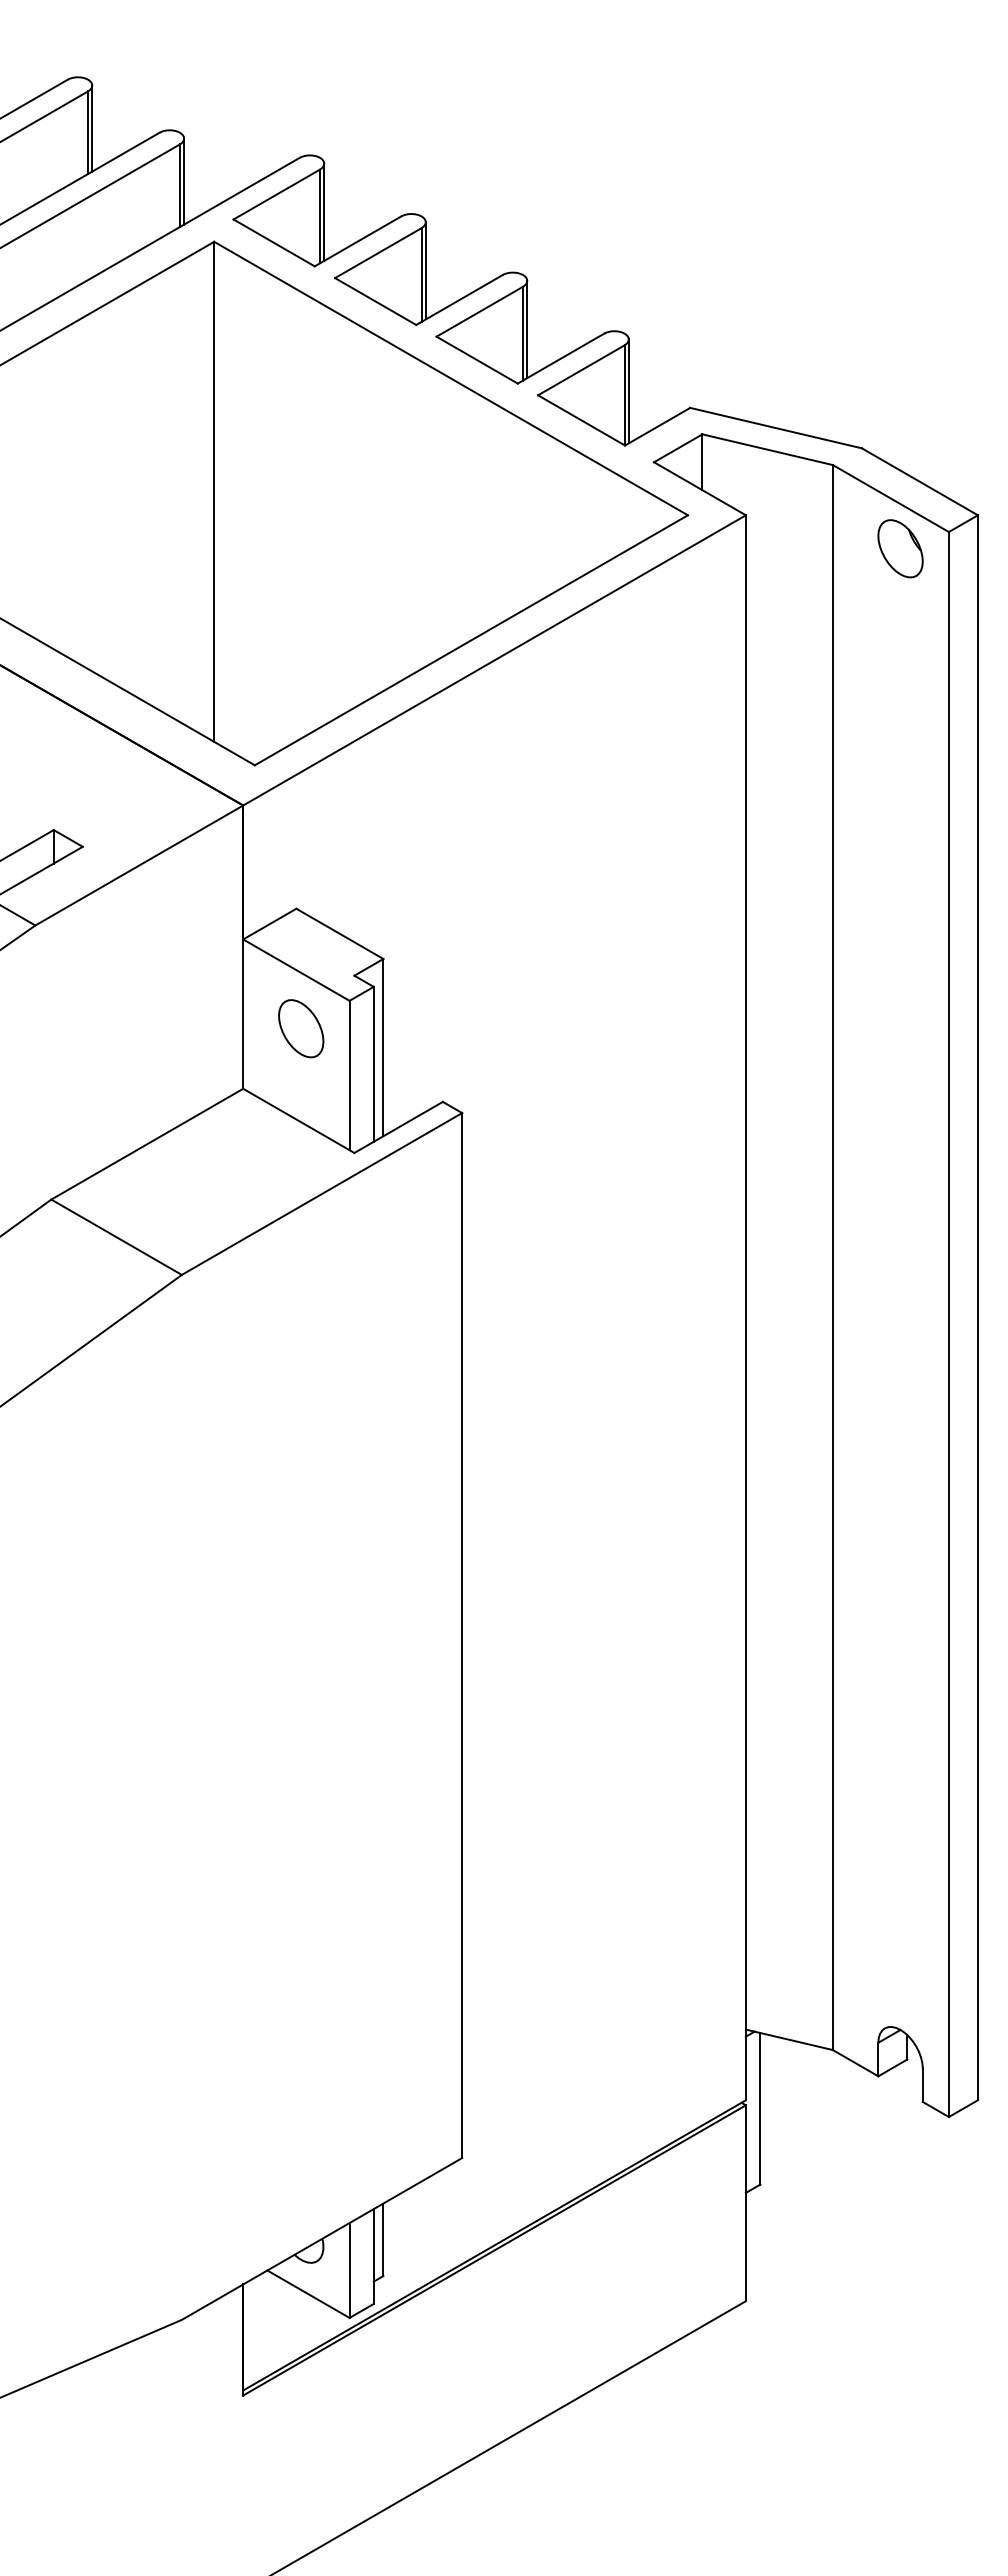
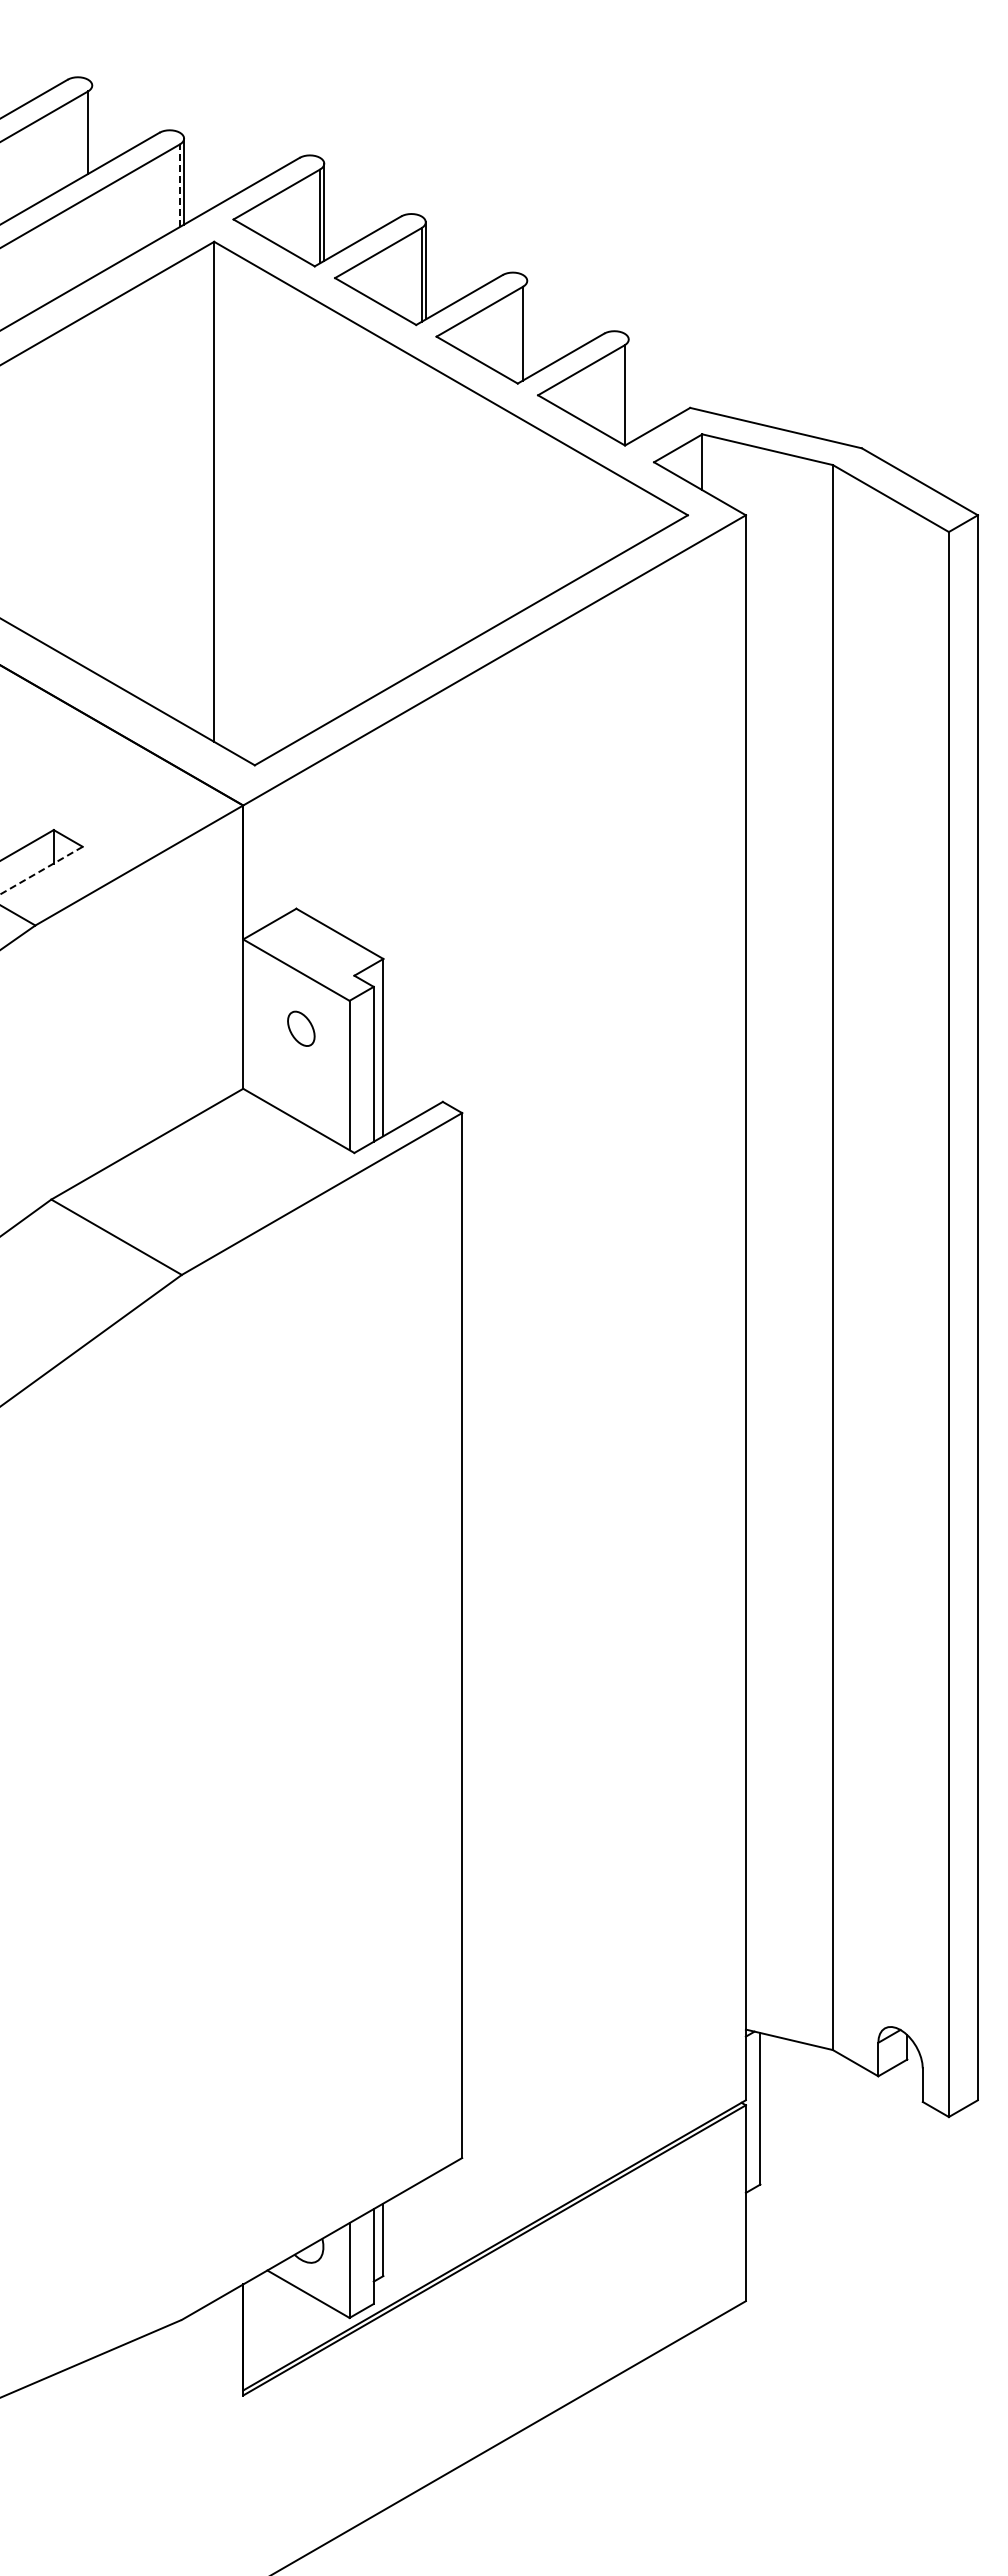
line at (92, 128): present -> none
line at (179, 185): solid -> dashed
line at (527, 329): present -> none
line at (628, 391): present -> none
part at (900, 548): present -> none
line at (41, 870): solid -> dashed
part at (301, 1028) size: 47x60 px -> 29x37 px
